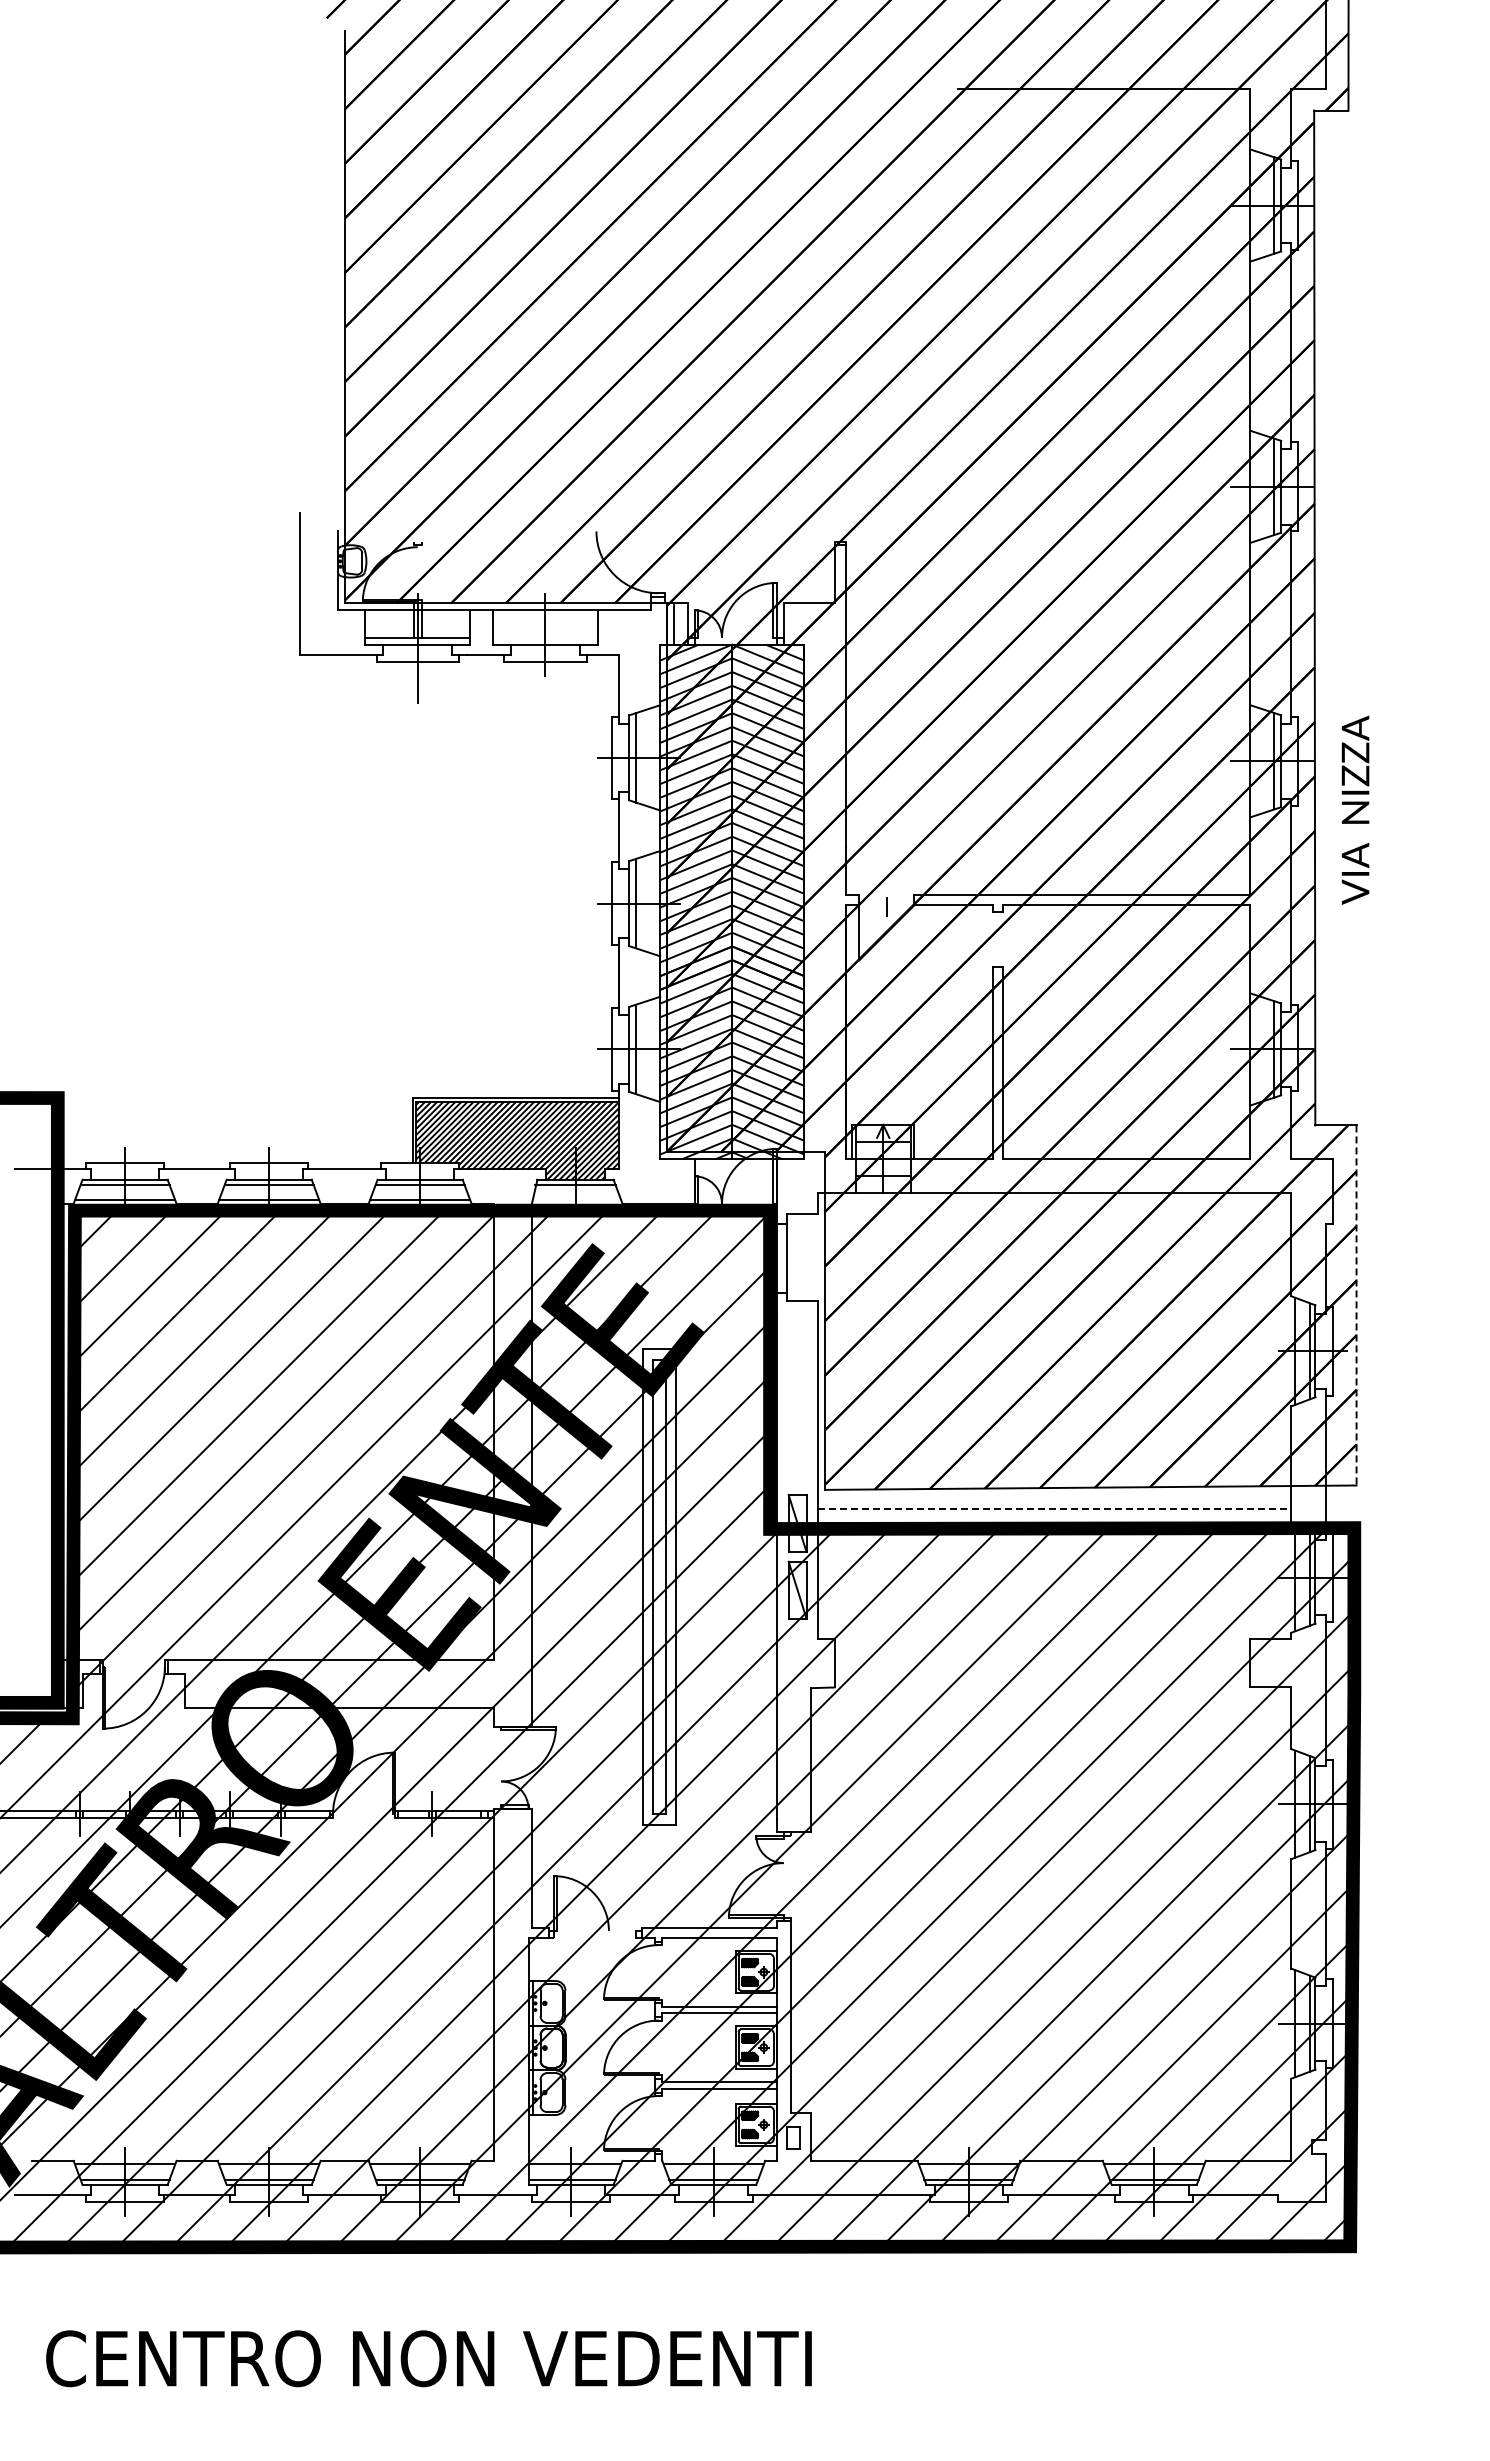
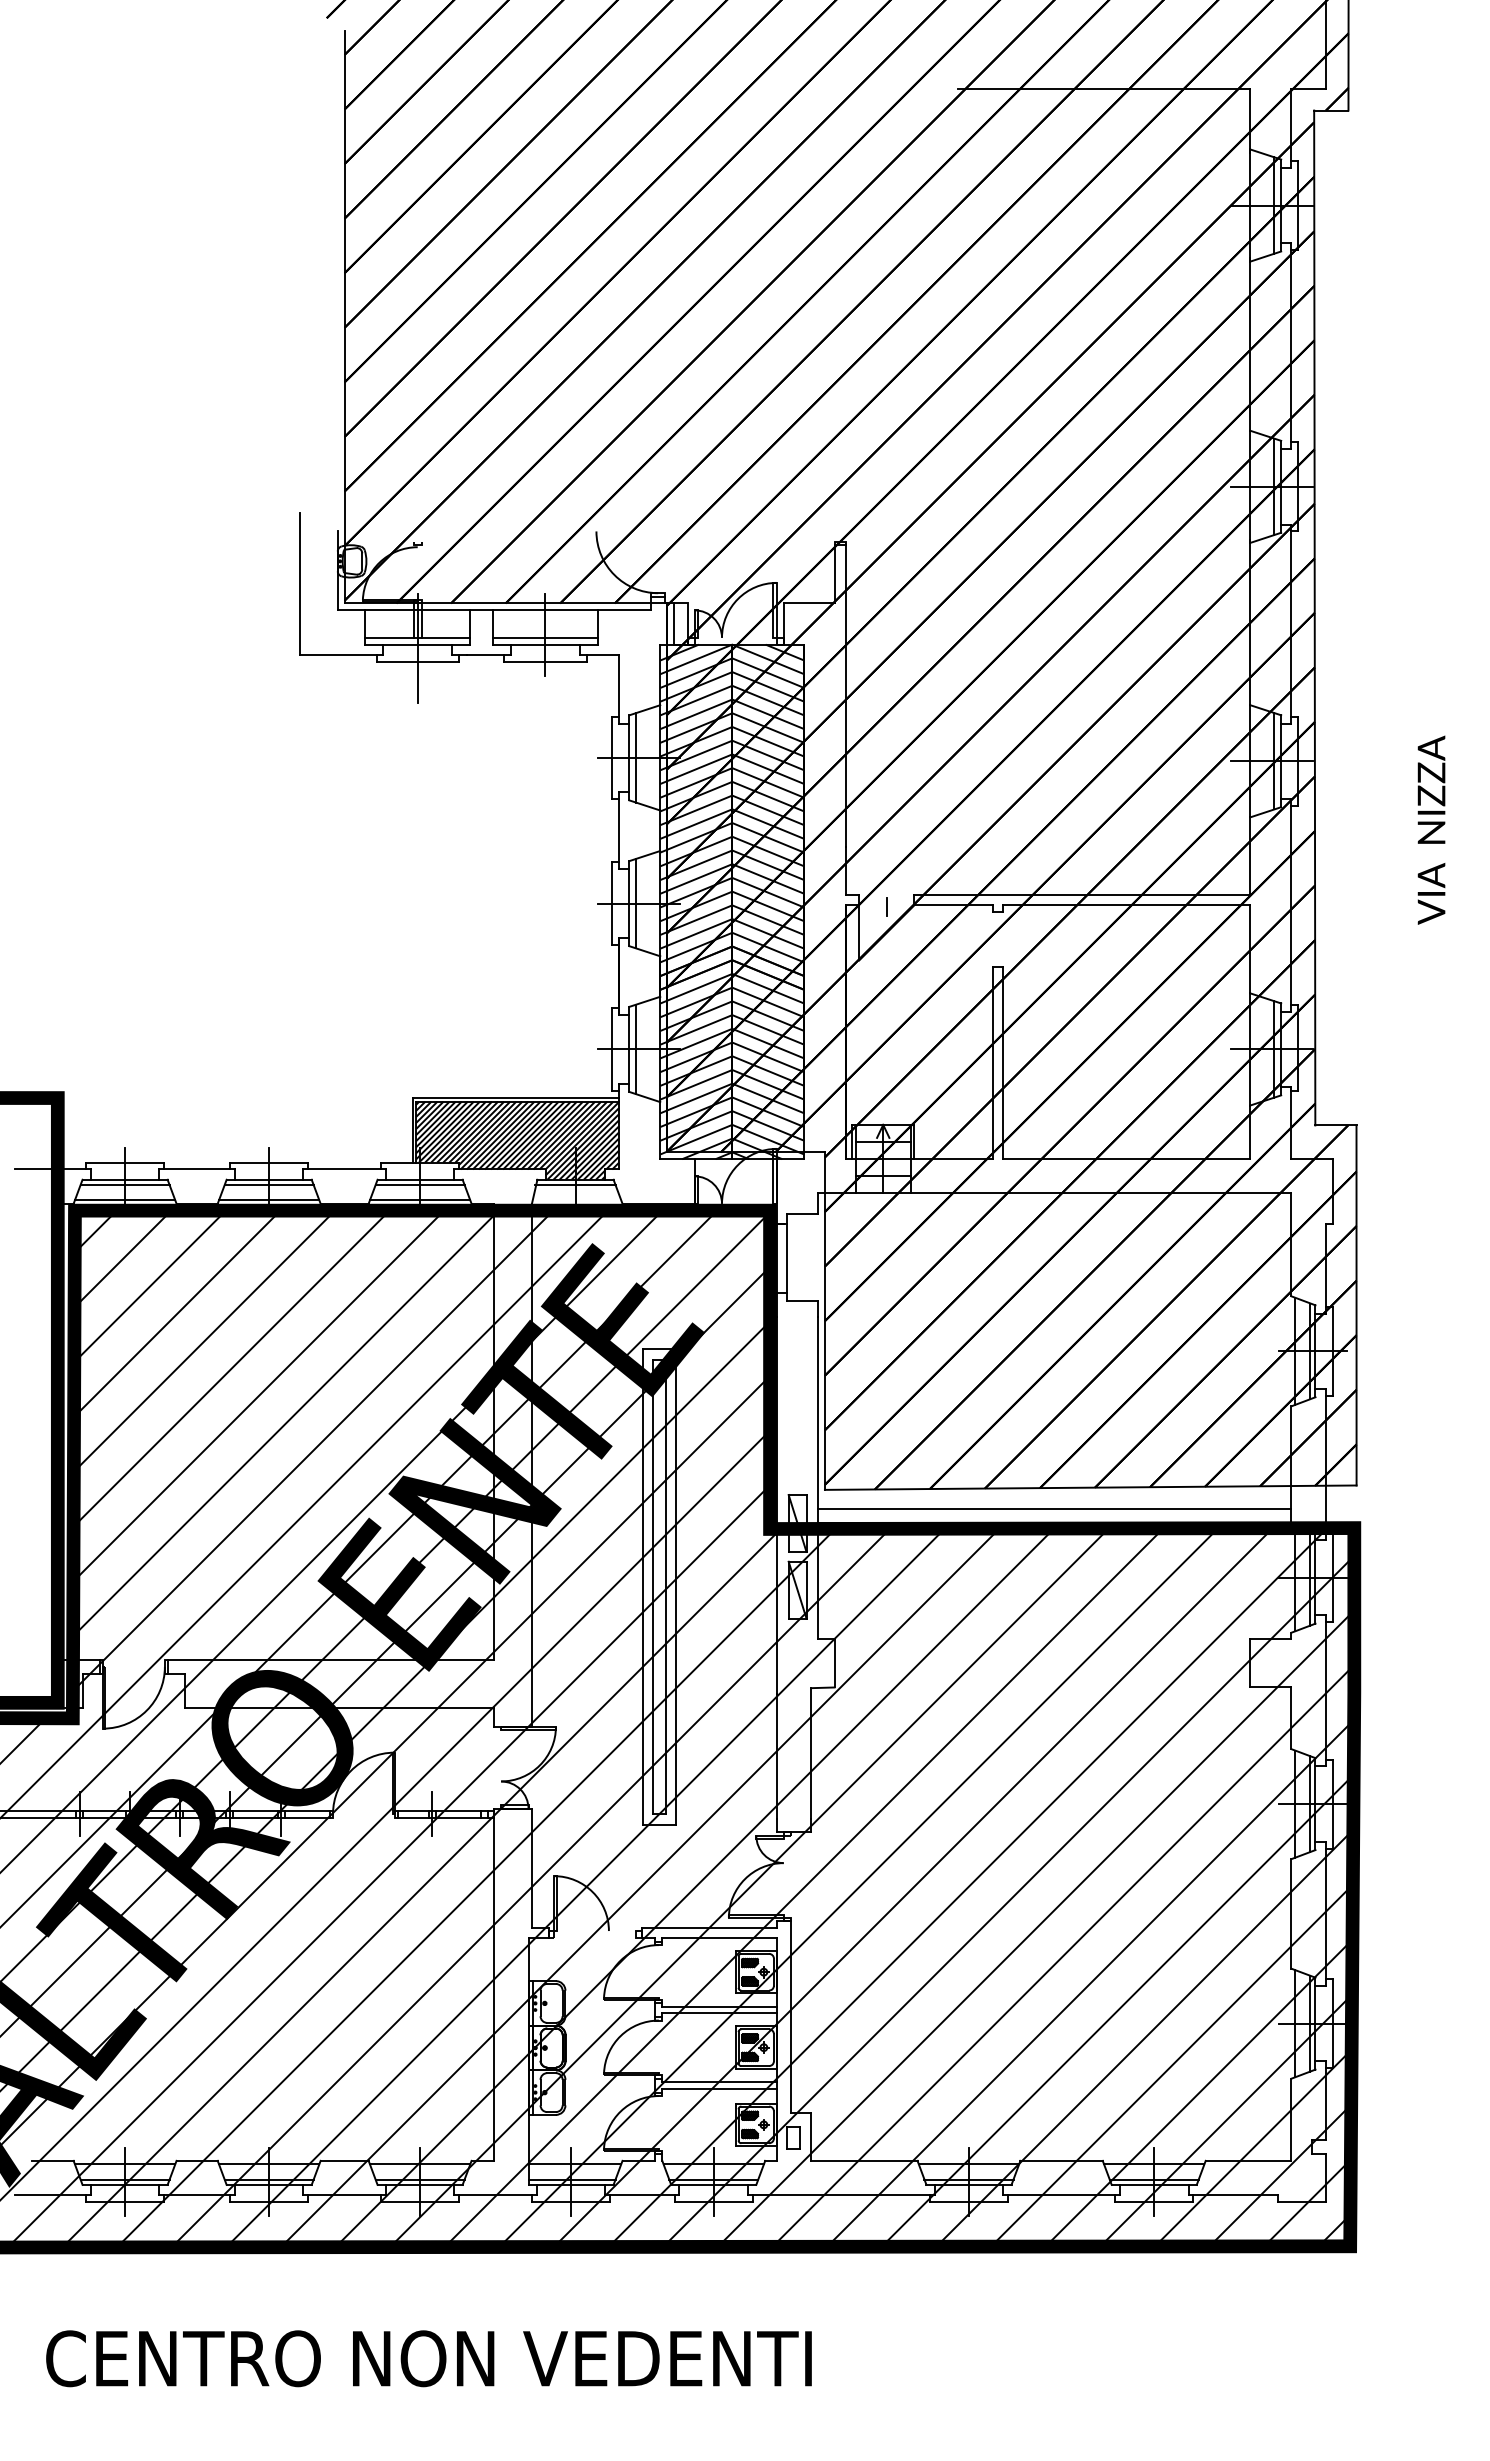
line at (544, 637): none -> present
text at (1355, 809) position: (1355, 809) -> (1431, 829)
line at (1356, 1305): dashed -> solid
line at (1054, 1509): dashed -> solid
